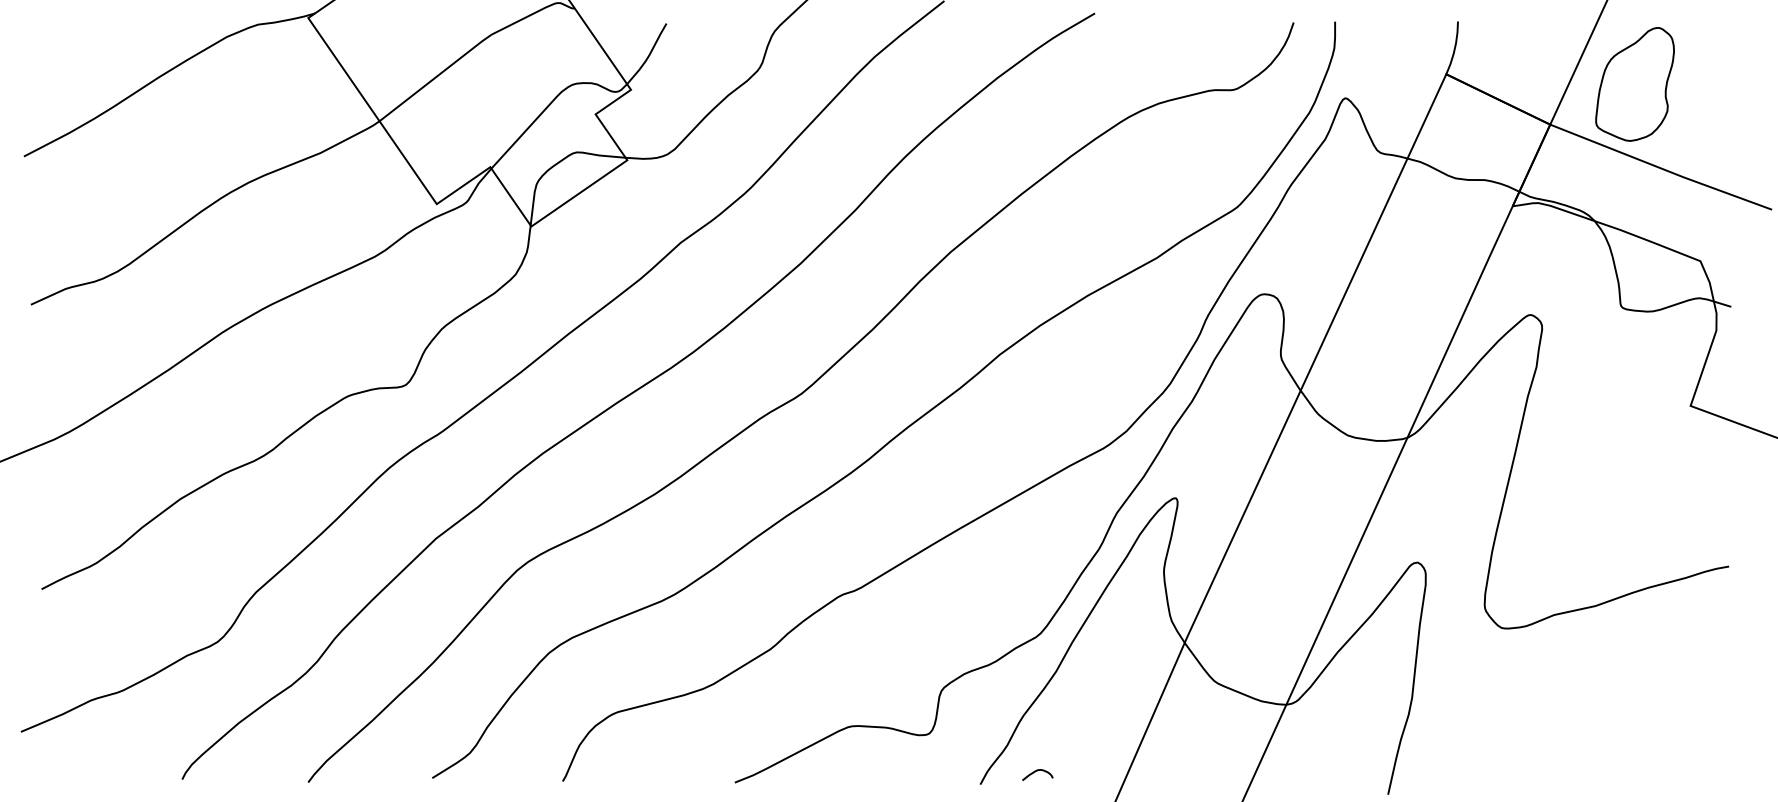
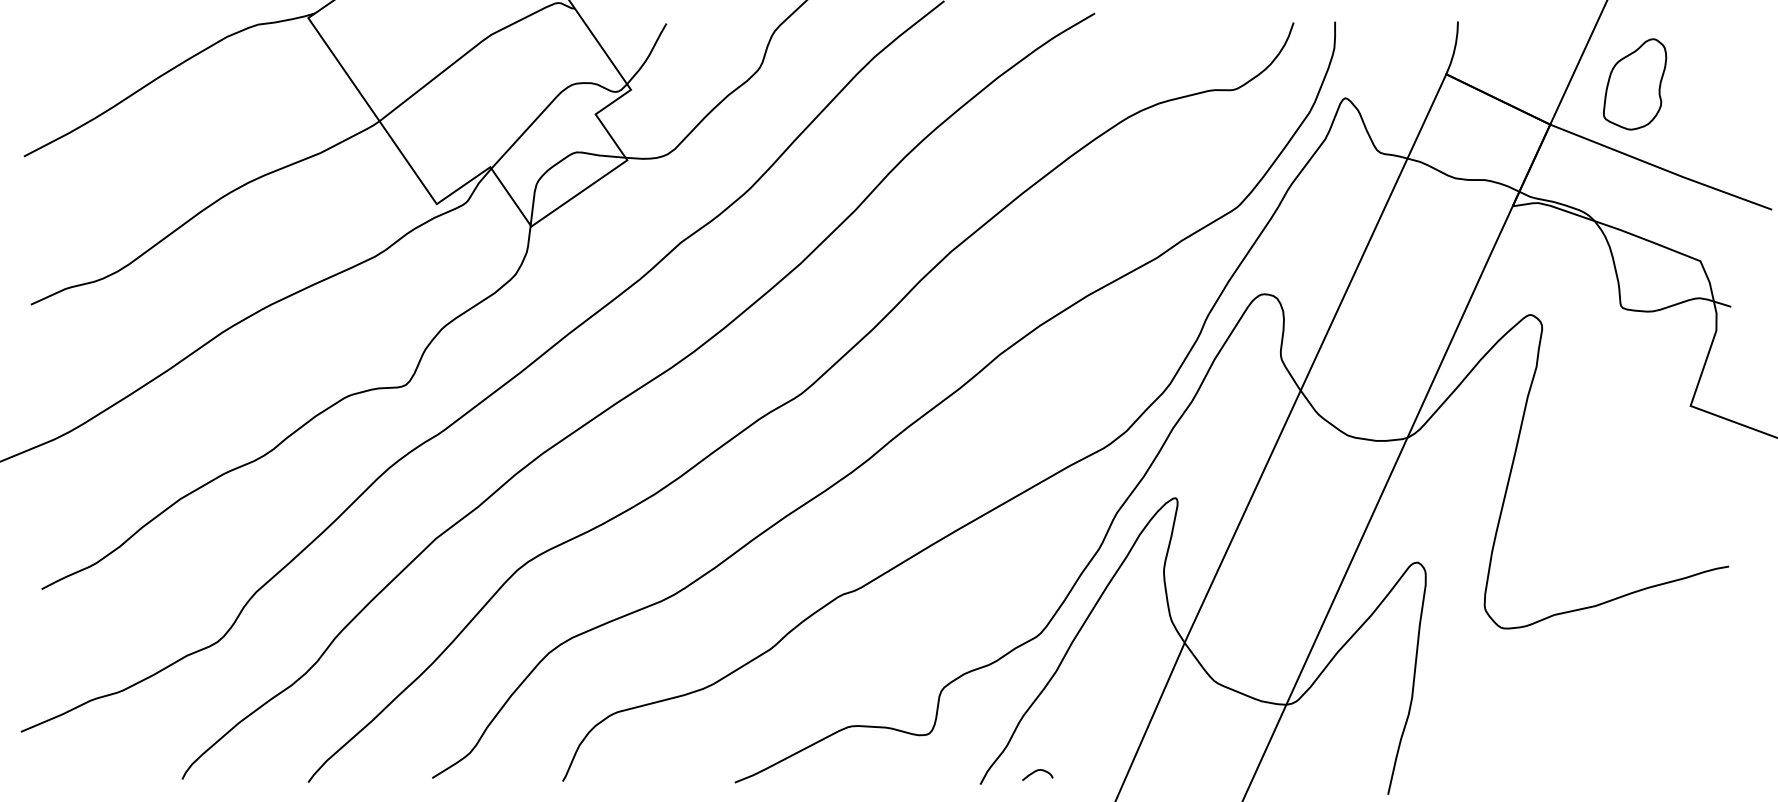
part at (1634, 84) size: 80x115 px -> 65x93 px
